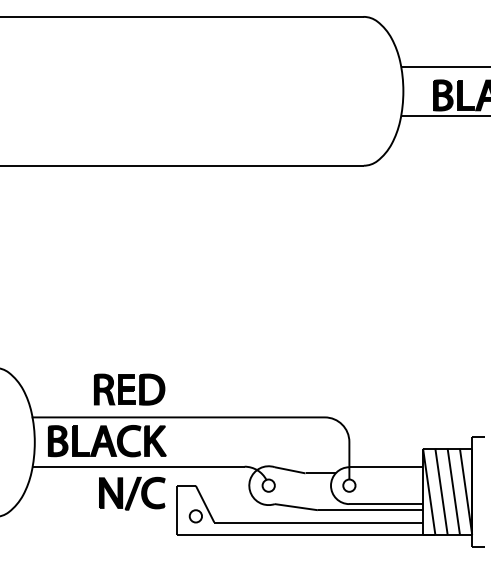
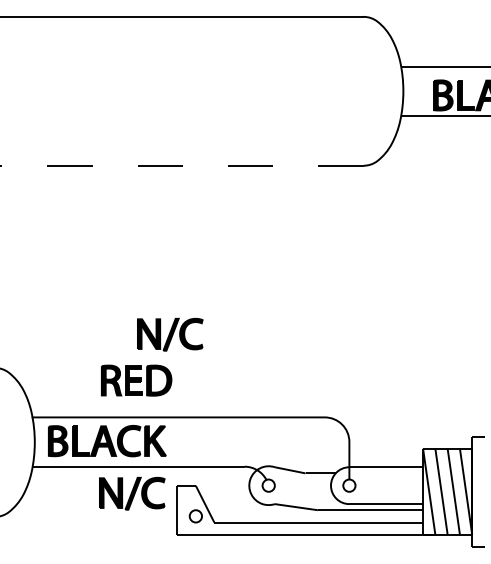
line at (181, 165): solid -> dashed
part at (170, 334): none -> present
part at (129, 389) position: (129, 389) -> (136, 380)
